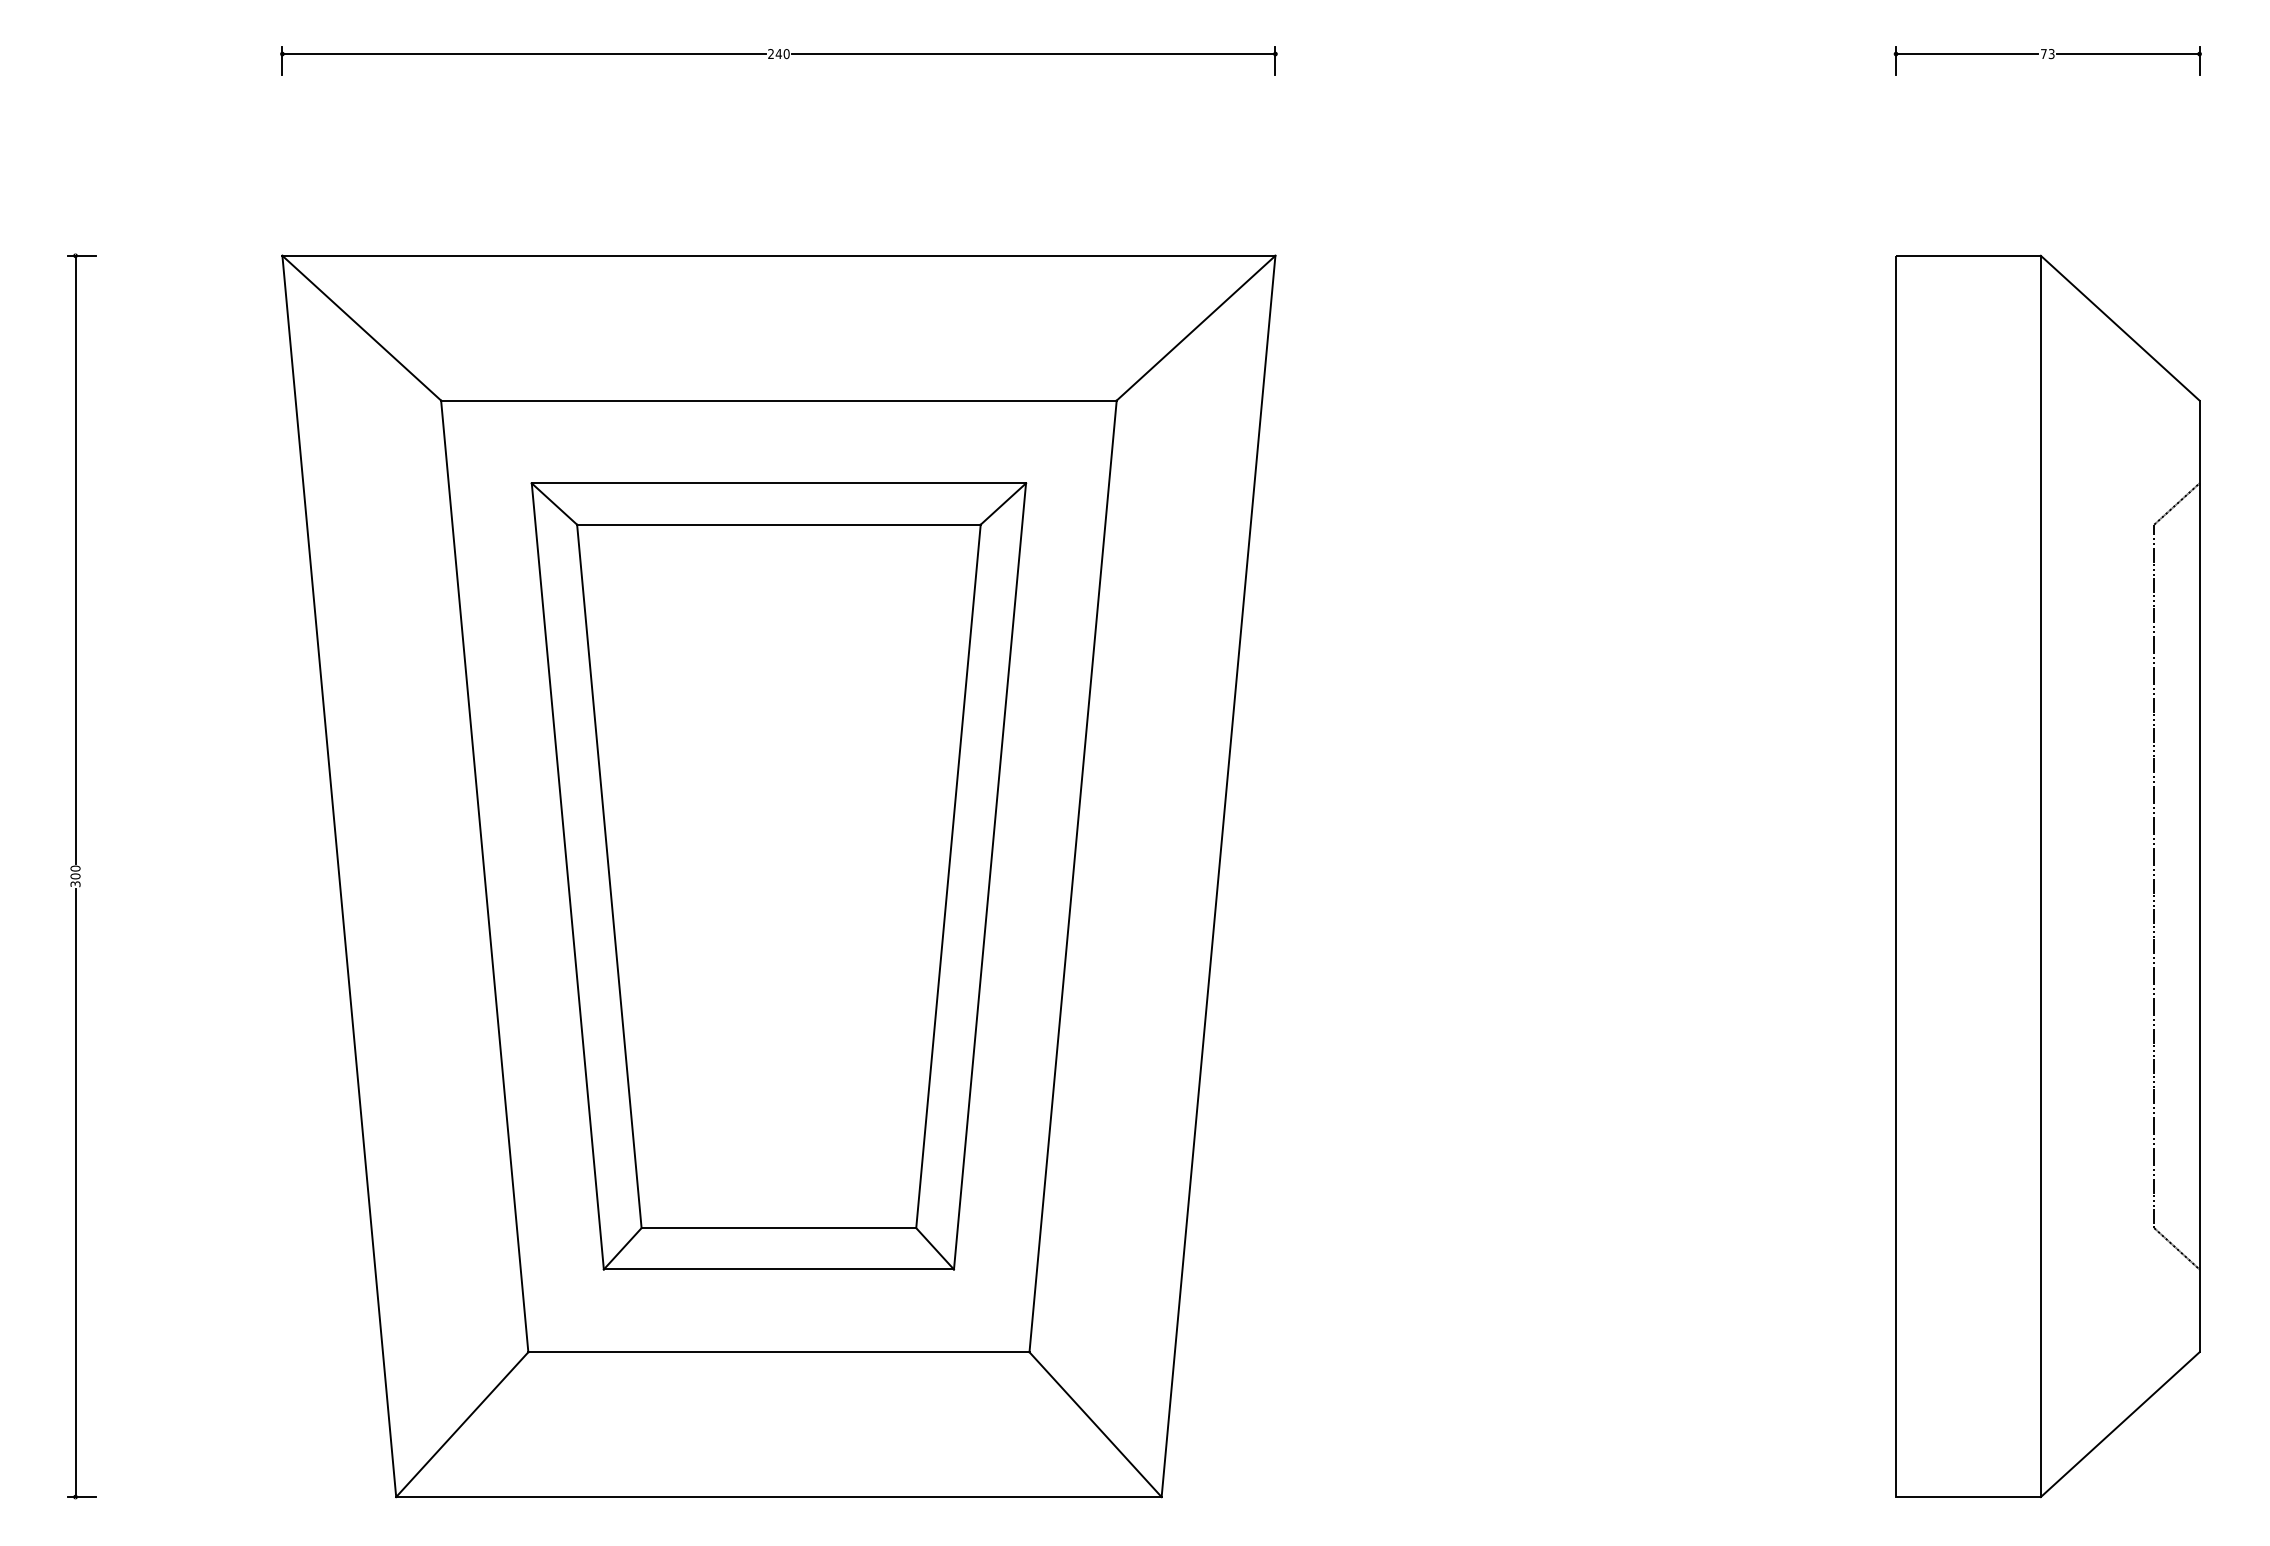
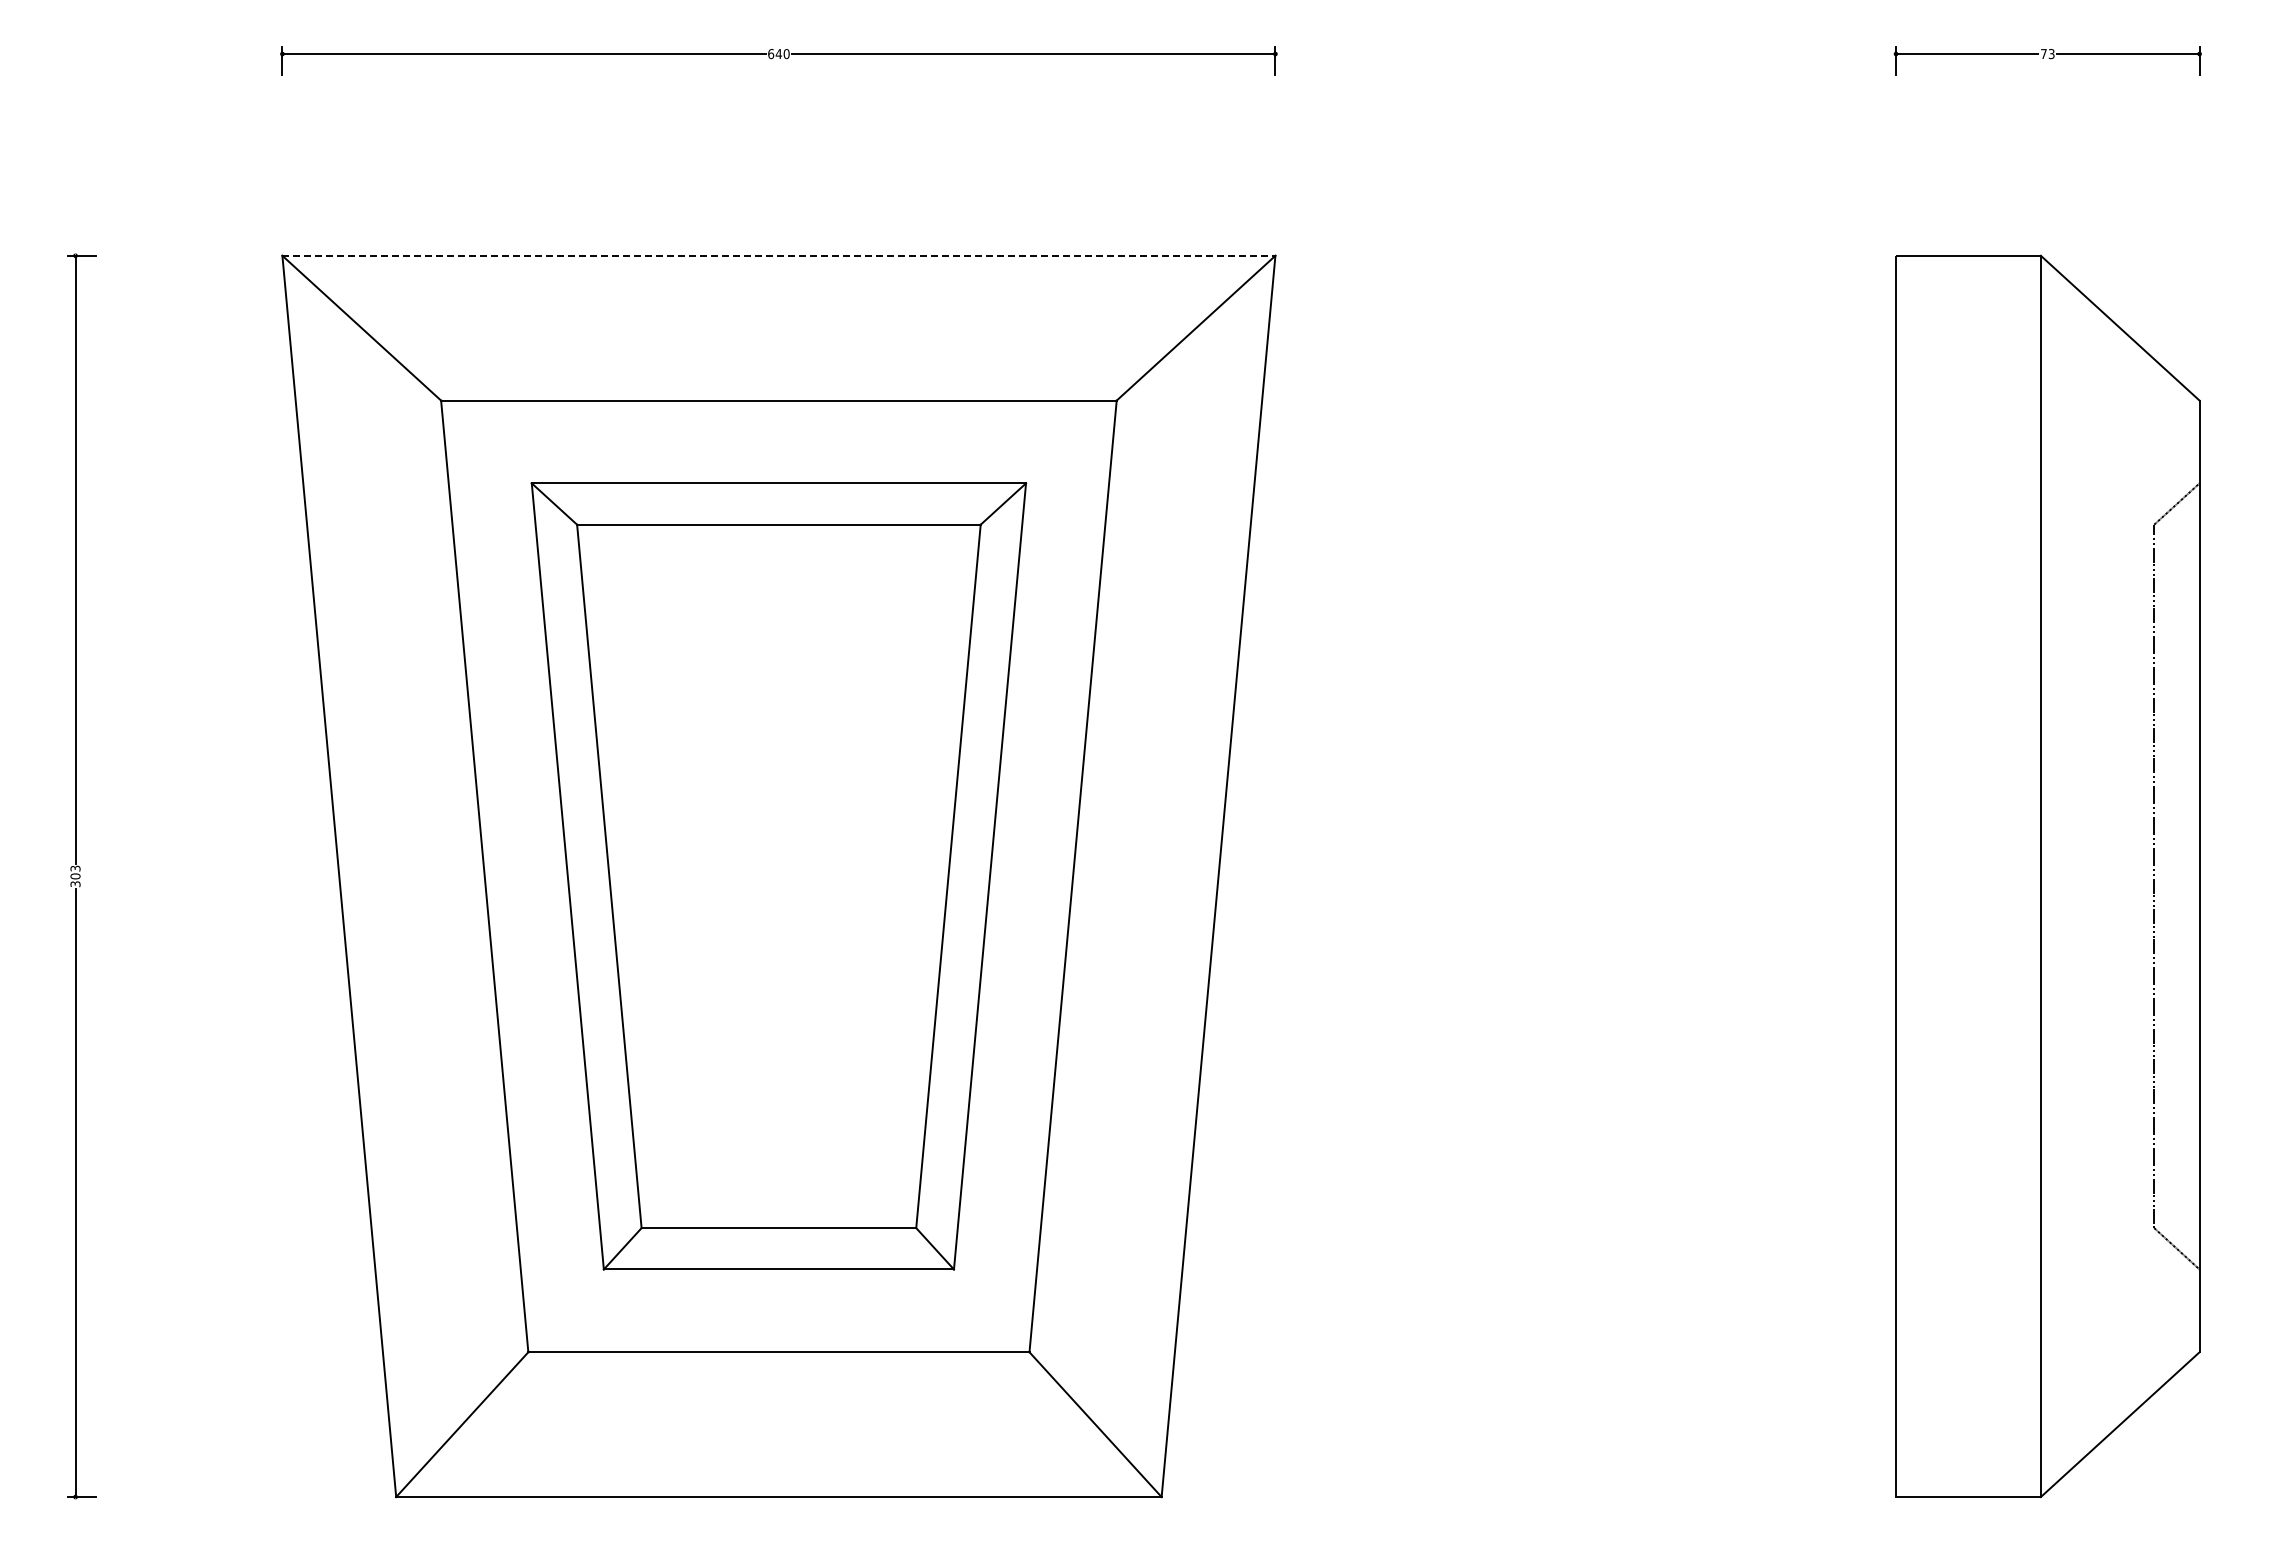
text at (771, 54): 240 -> 640
line at (778, 255): solid -> dashed
text at (75, 868): 300 -> 303
